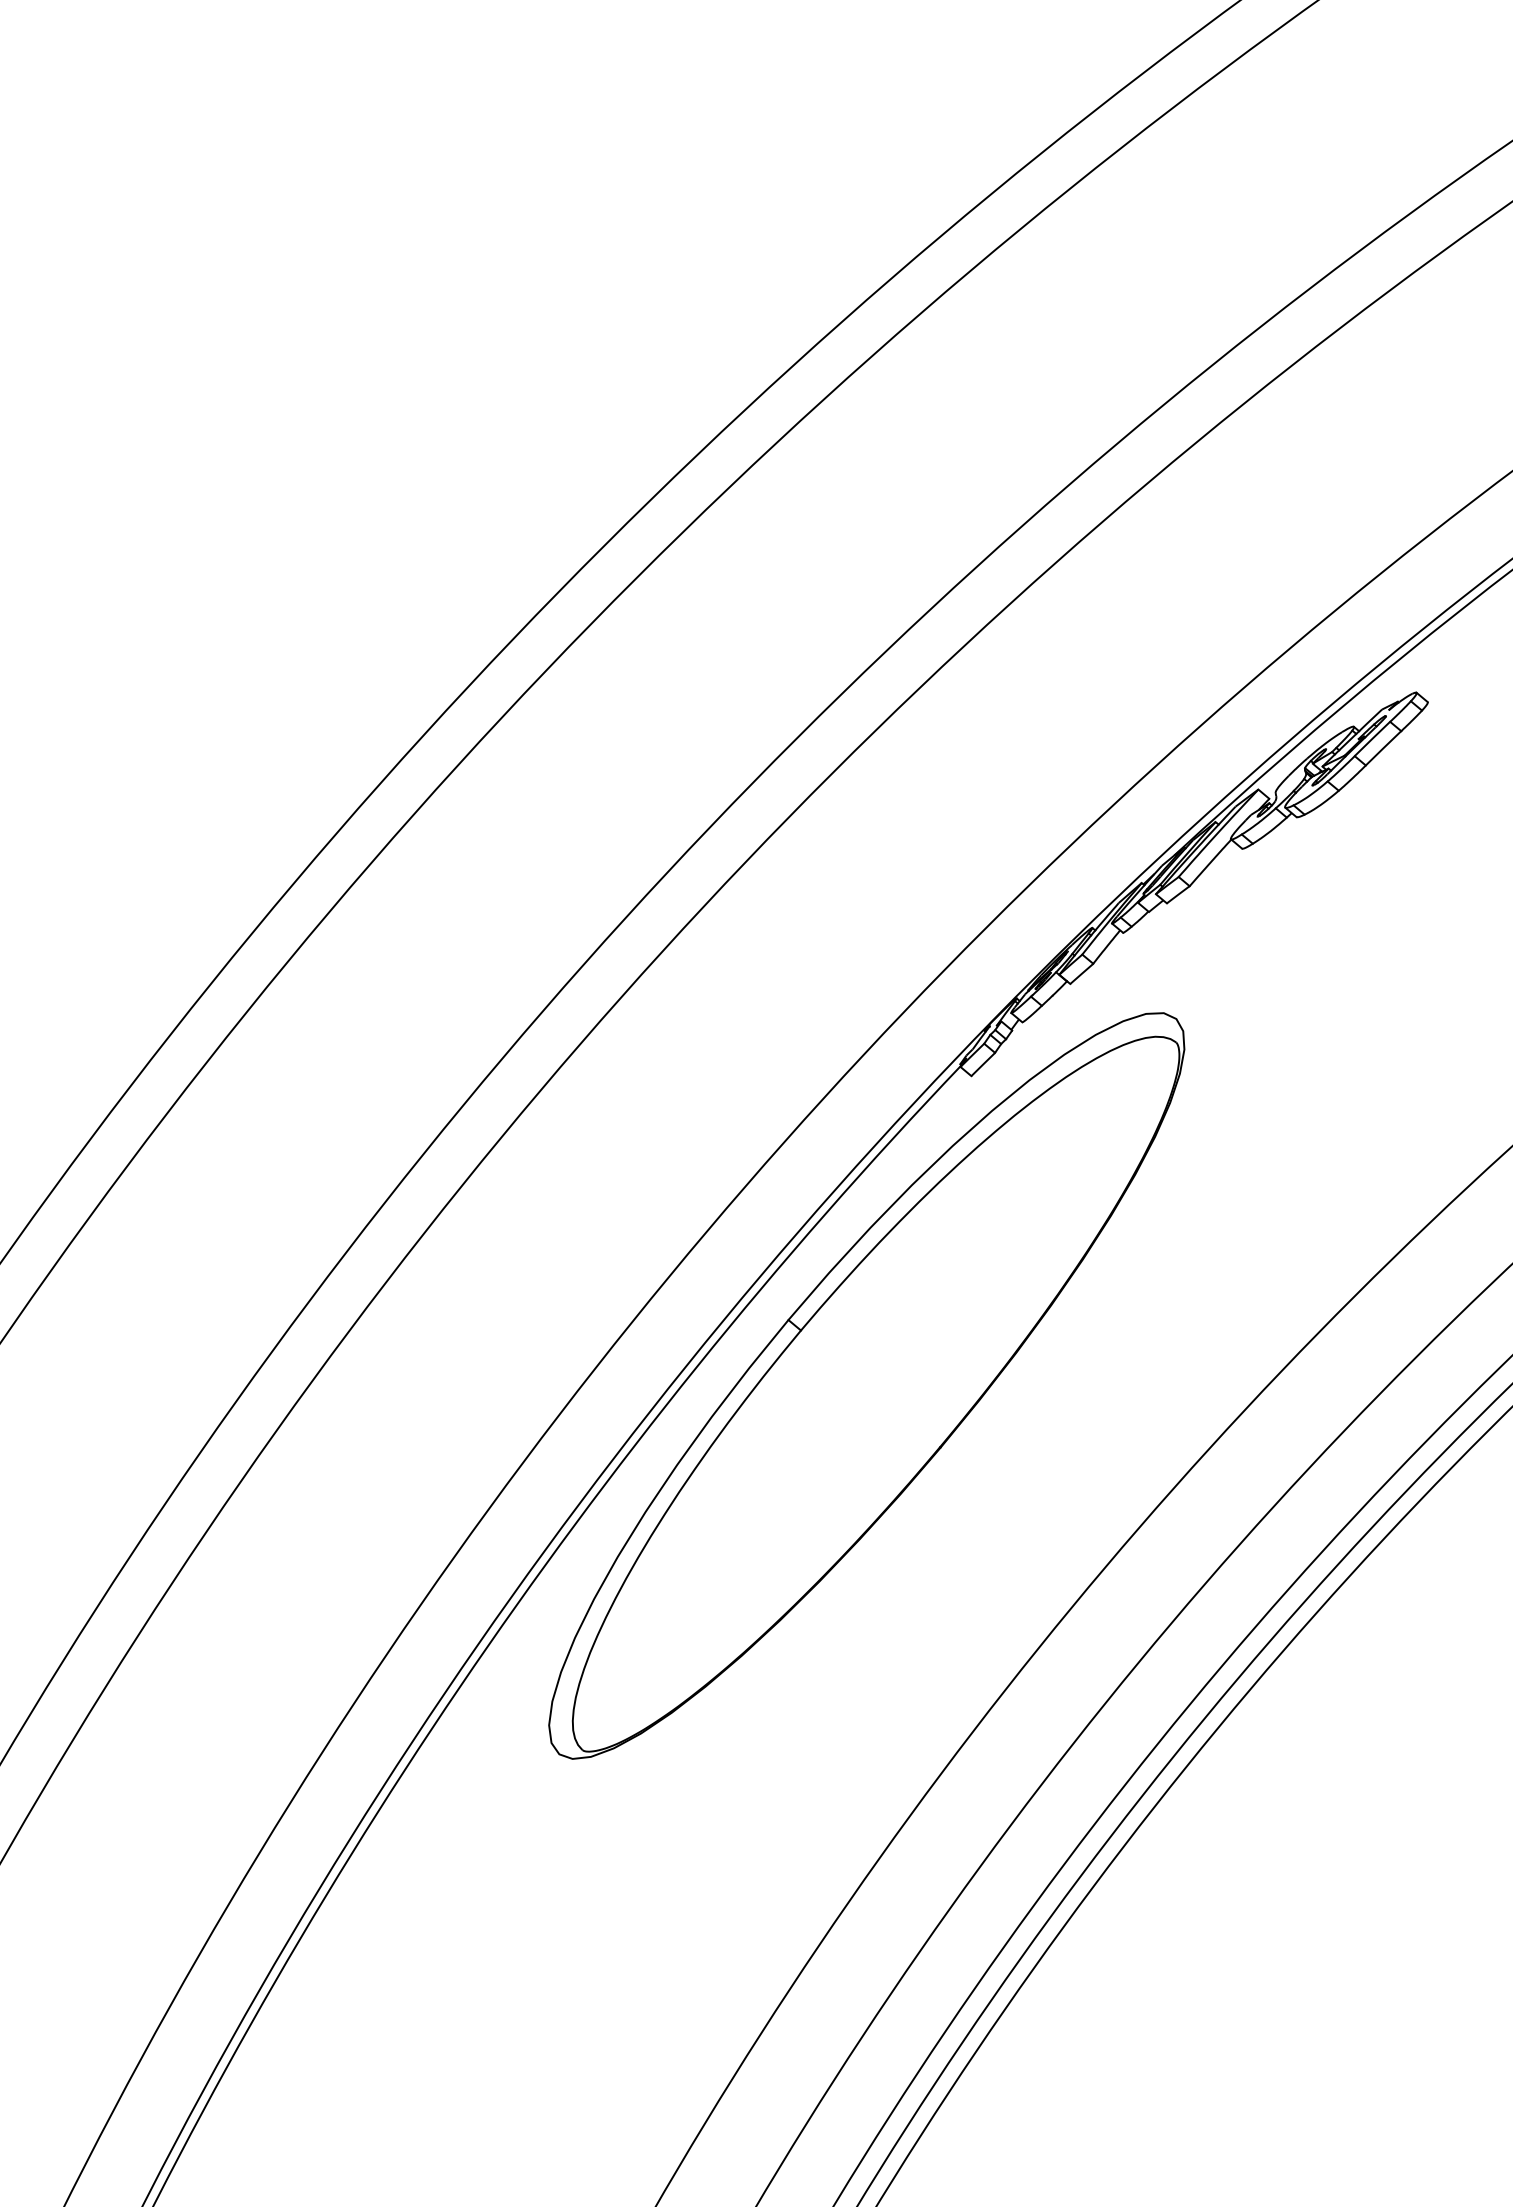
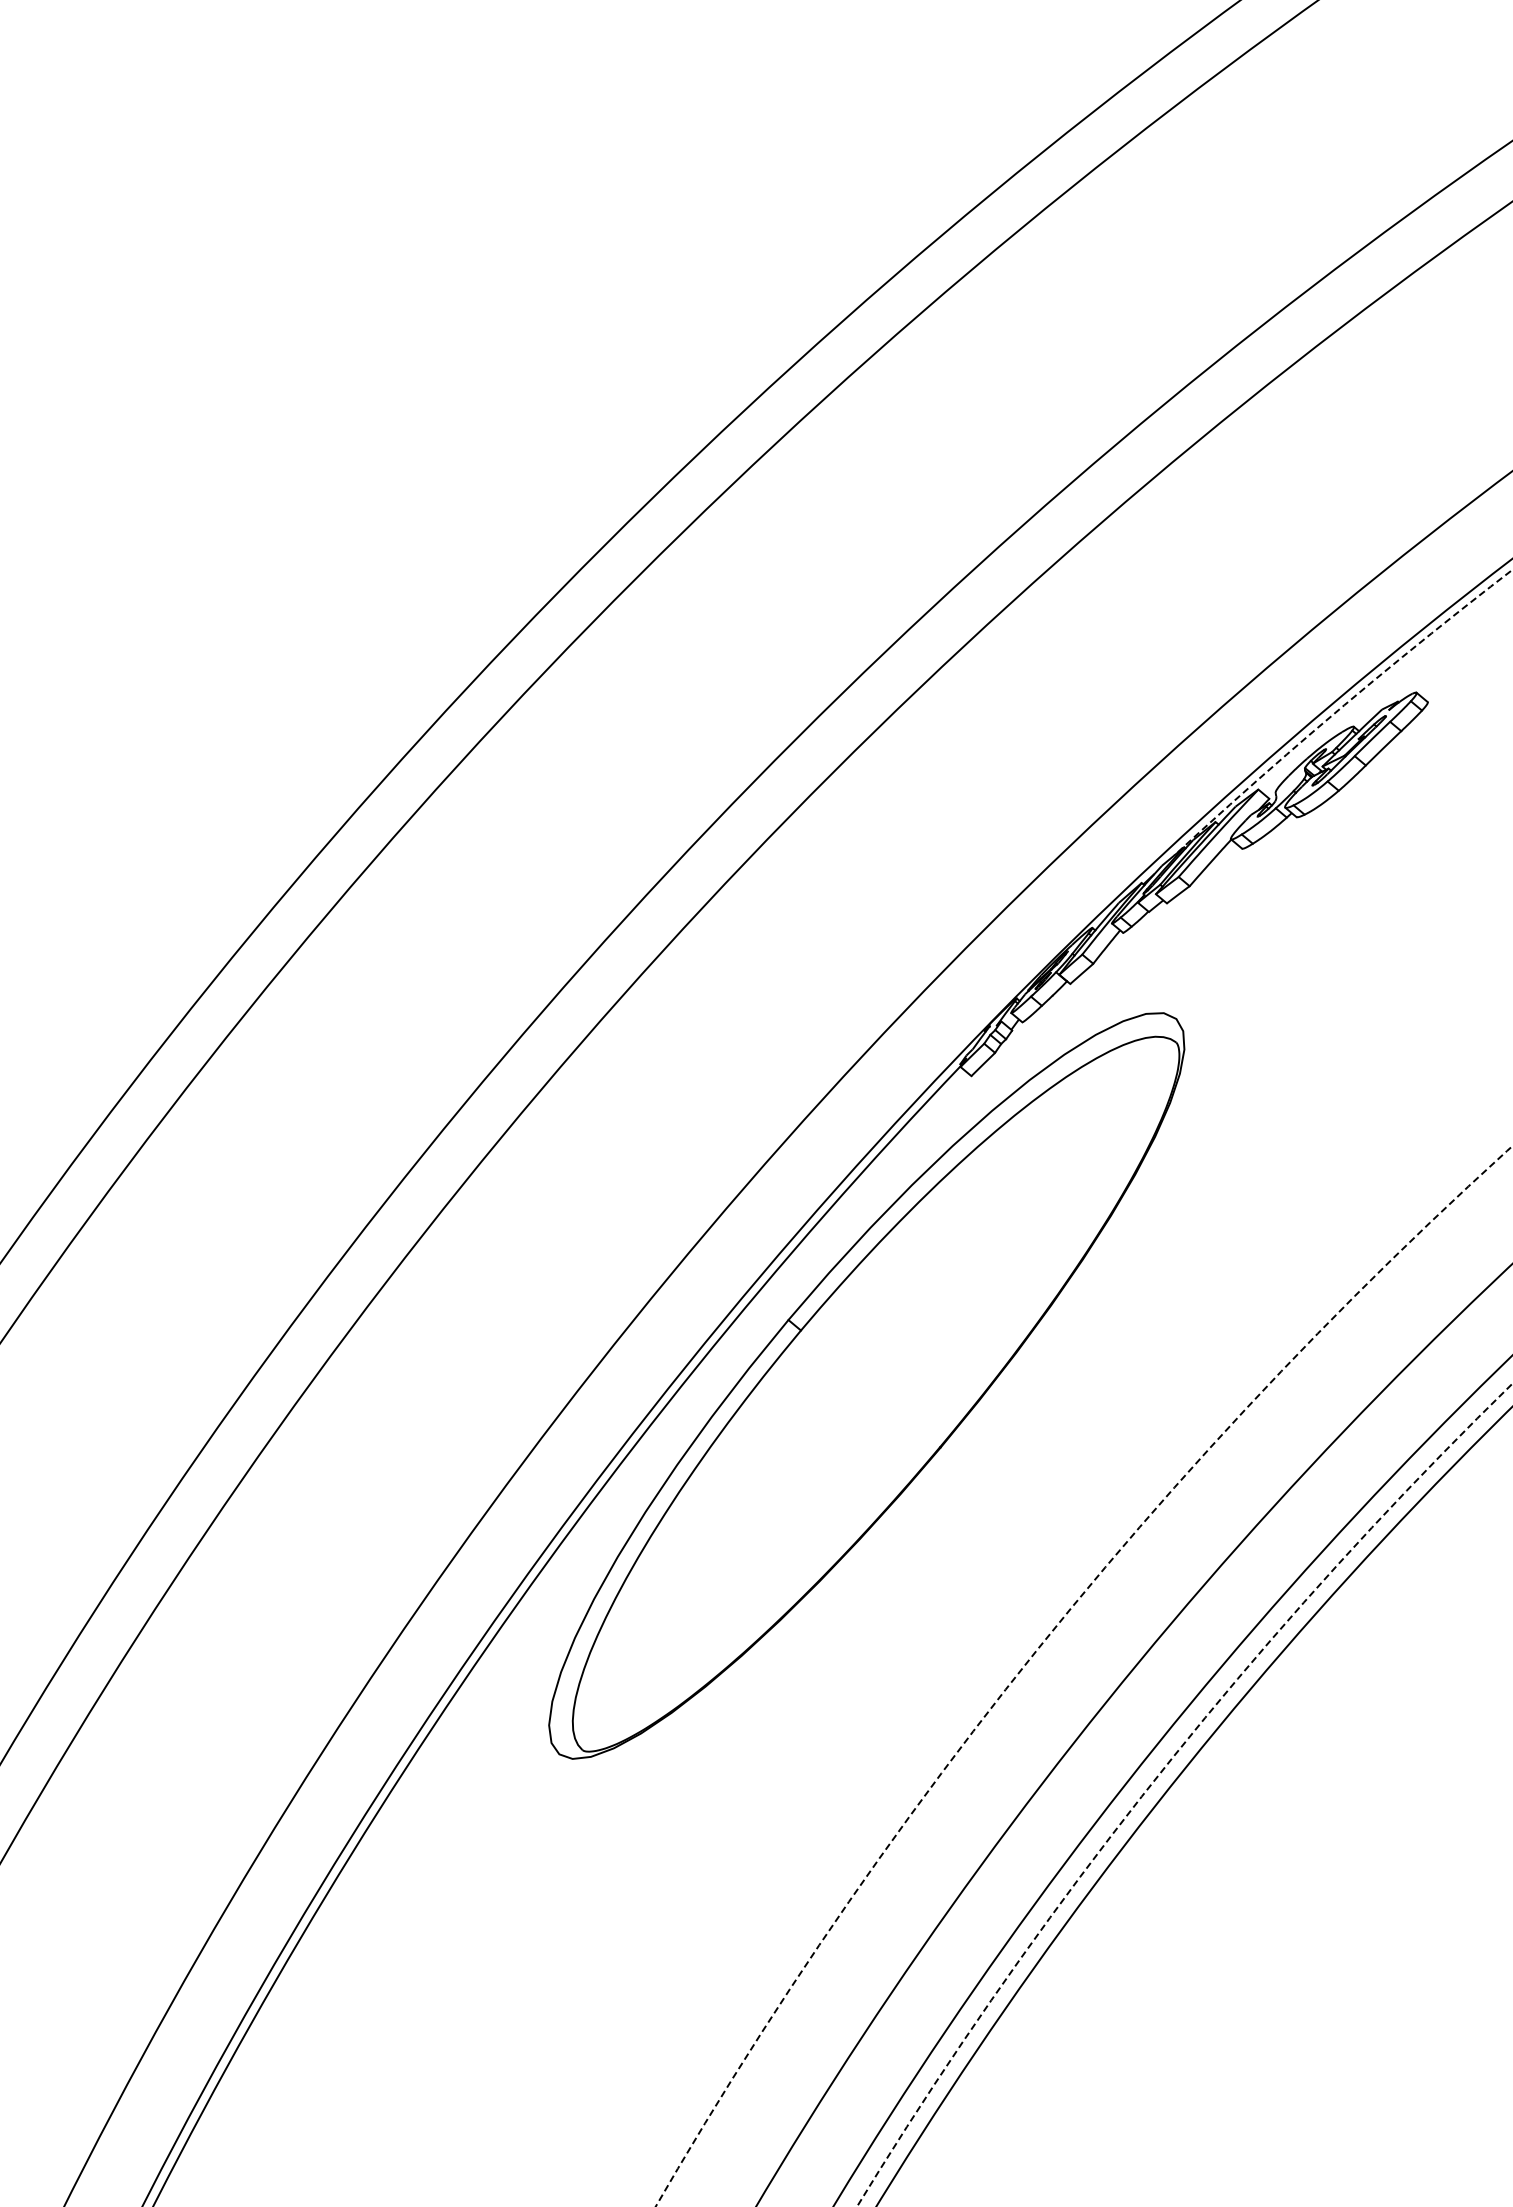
arc at (1340, 708): solid -> dashed
circle at (1083, 1676): solid -> dashed
circle at (1184, 1794): solid -> dashed
